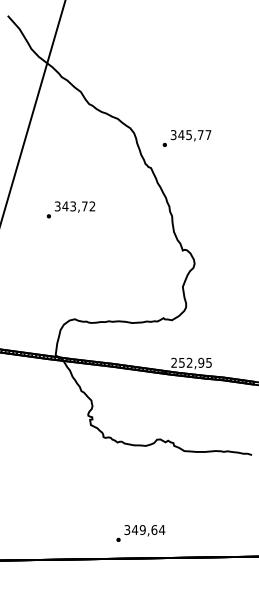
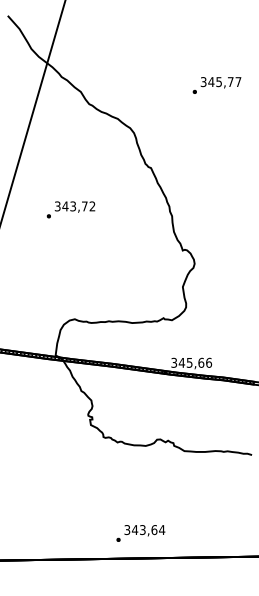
text at (186, 138) position: (186, 138) -> (216, 85)
text at (191, 362): 252,95 -> 345,66
text at (142, 529): 349,64 -> 343,64
